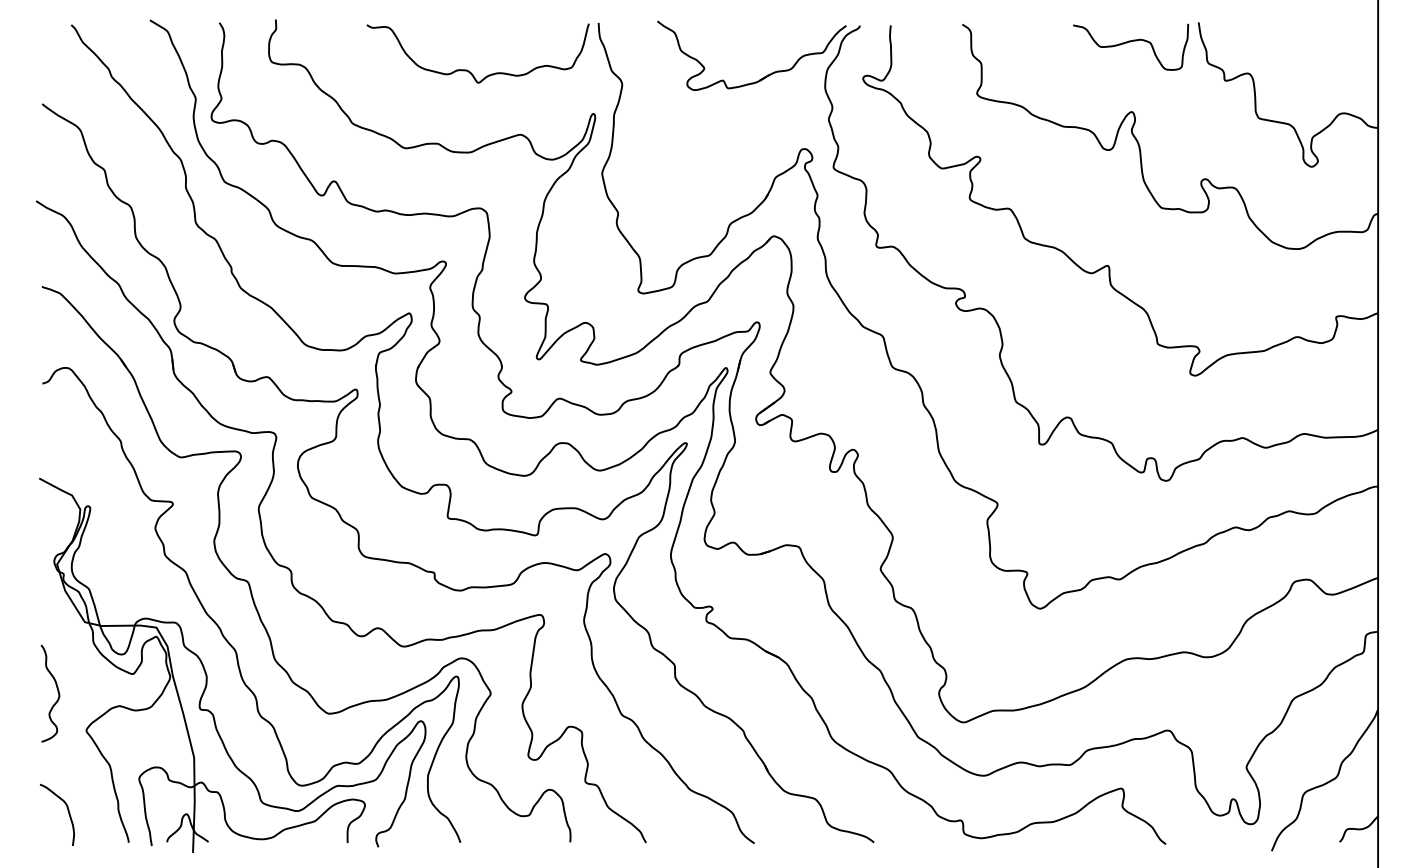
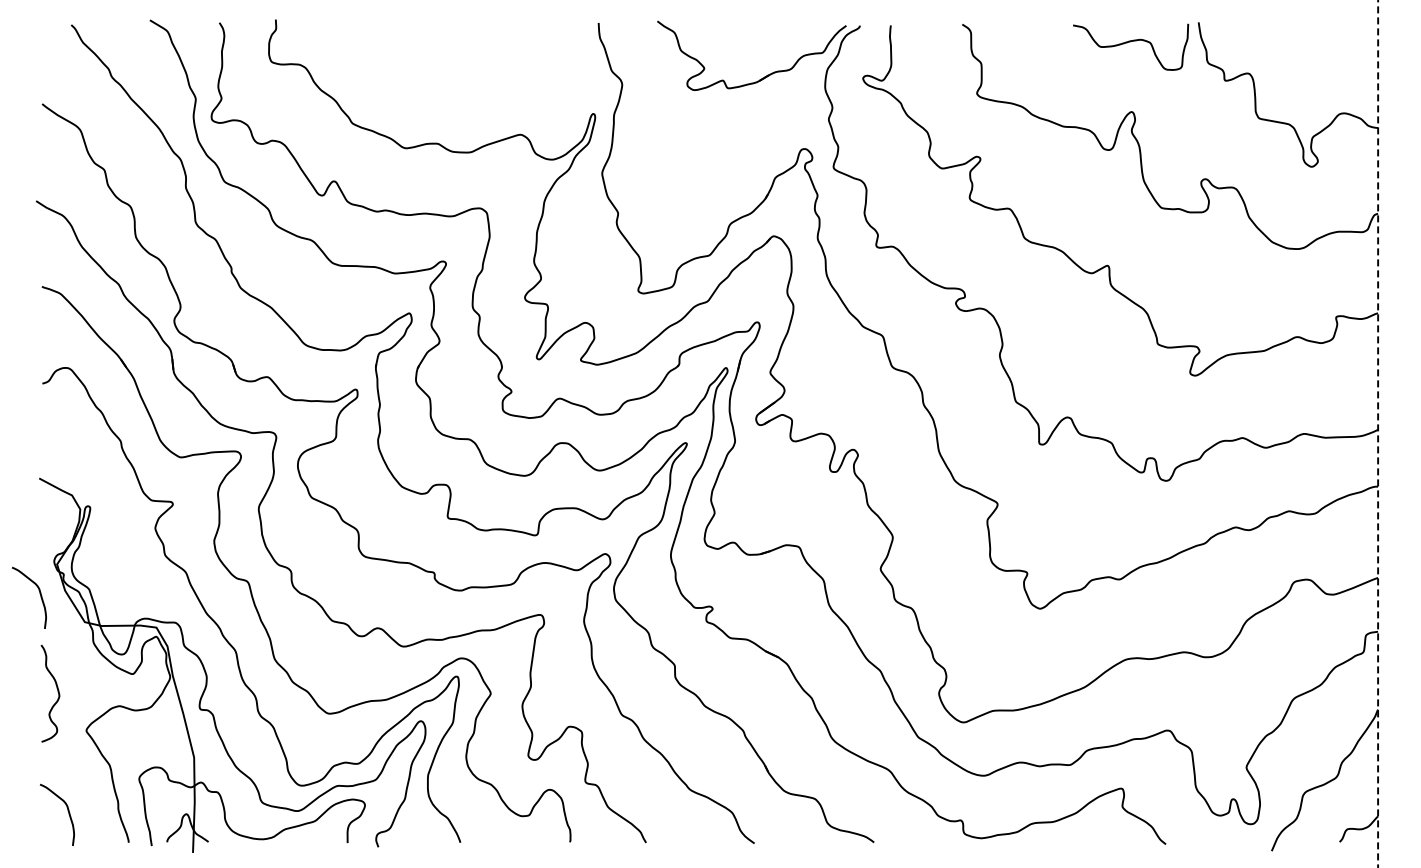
curve at (469, 70): present -> none
line at (1378, 434): solid -> dashed
curve at (39, 594): none -> present
